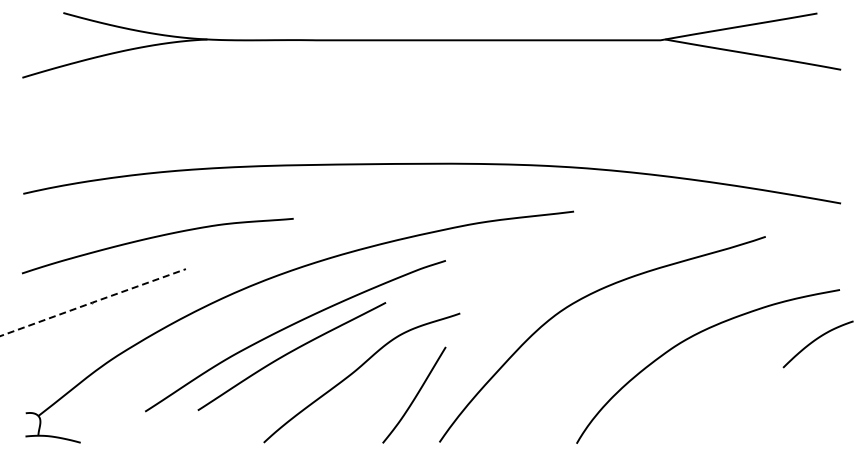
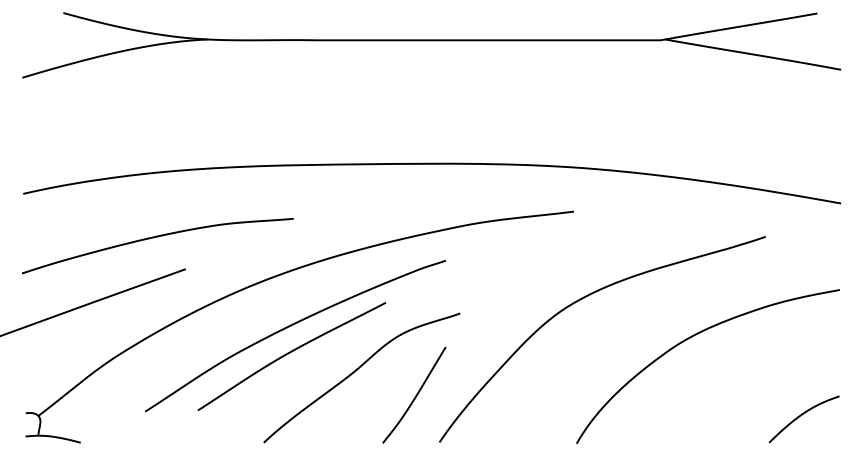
line at (92, 302): dashed -> solid
curve at (815, 341) position: (815, 341) -> (801, 416)
